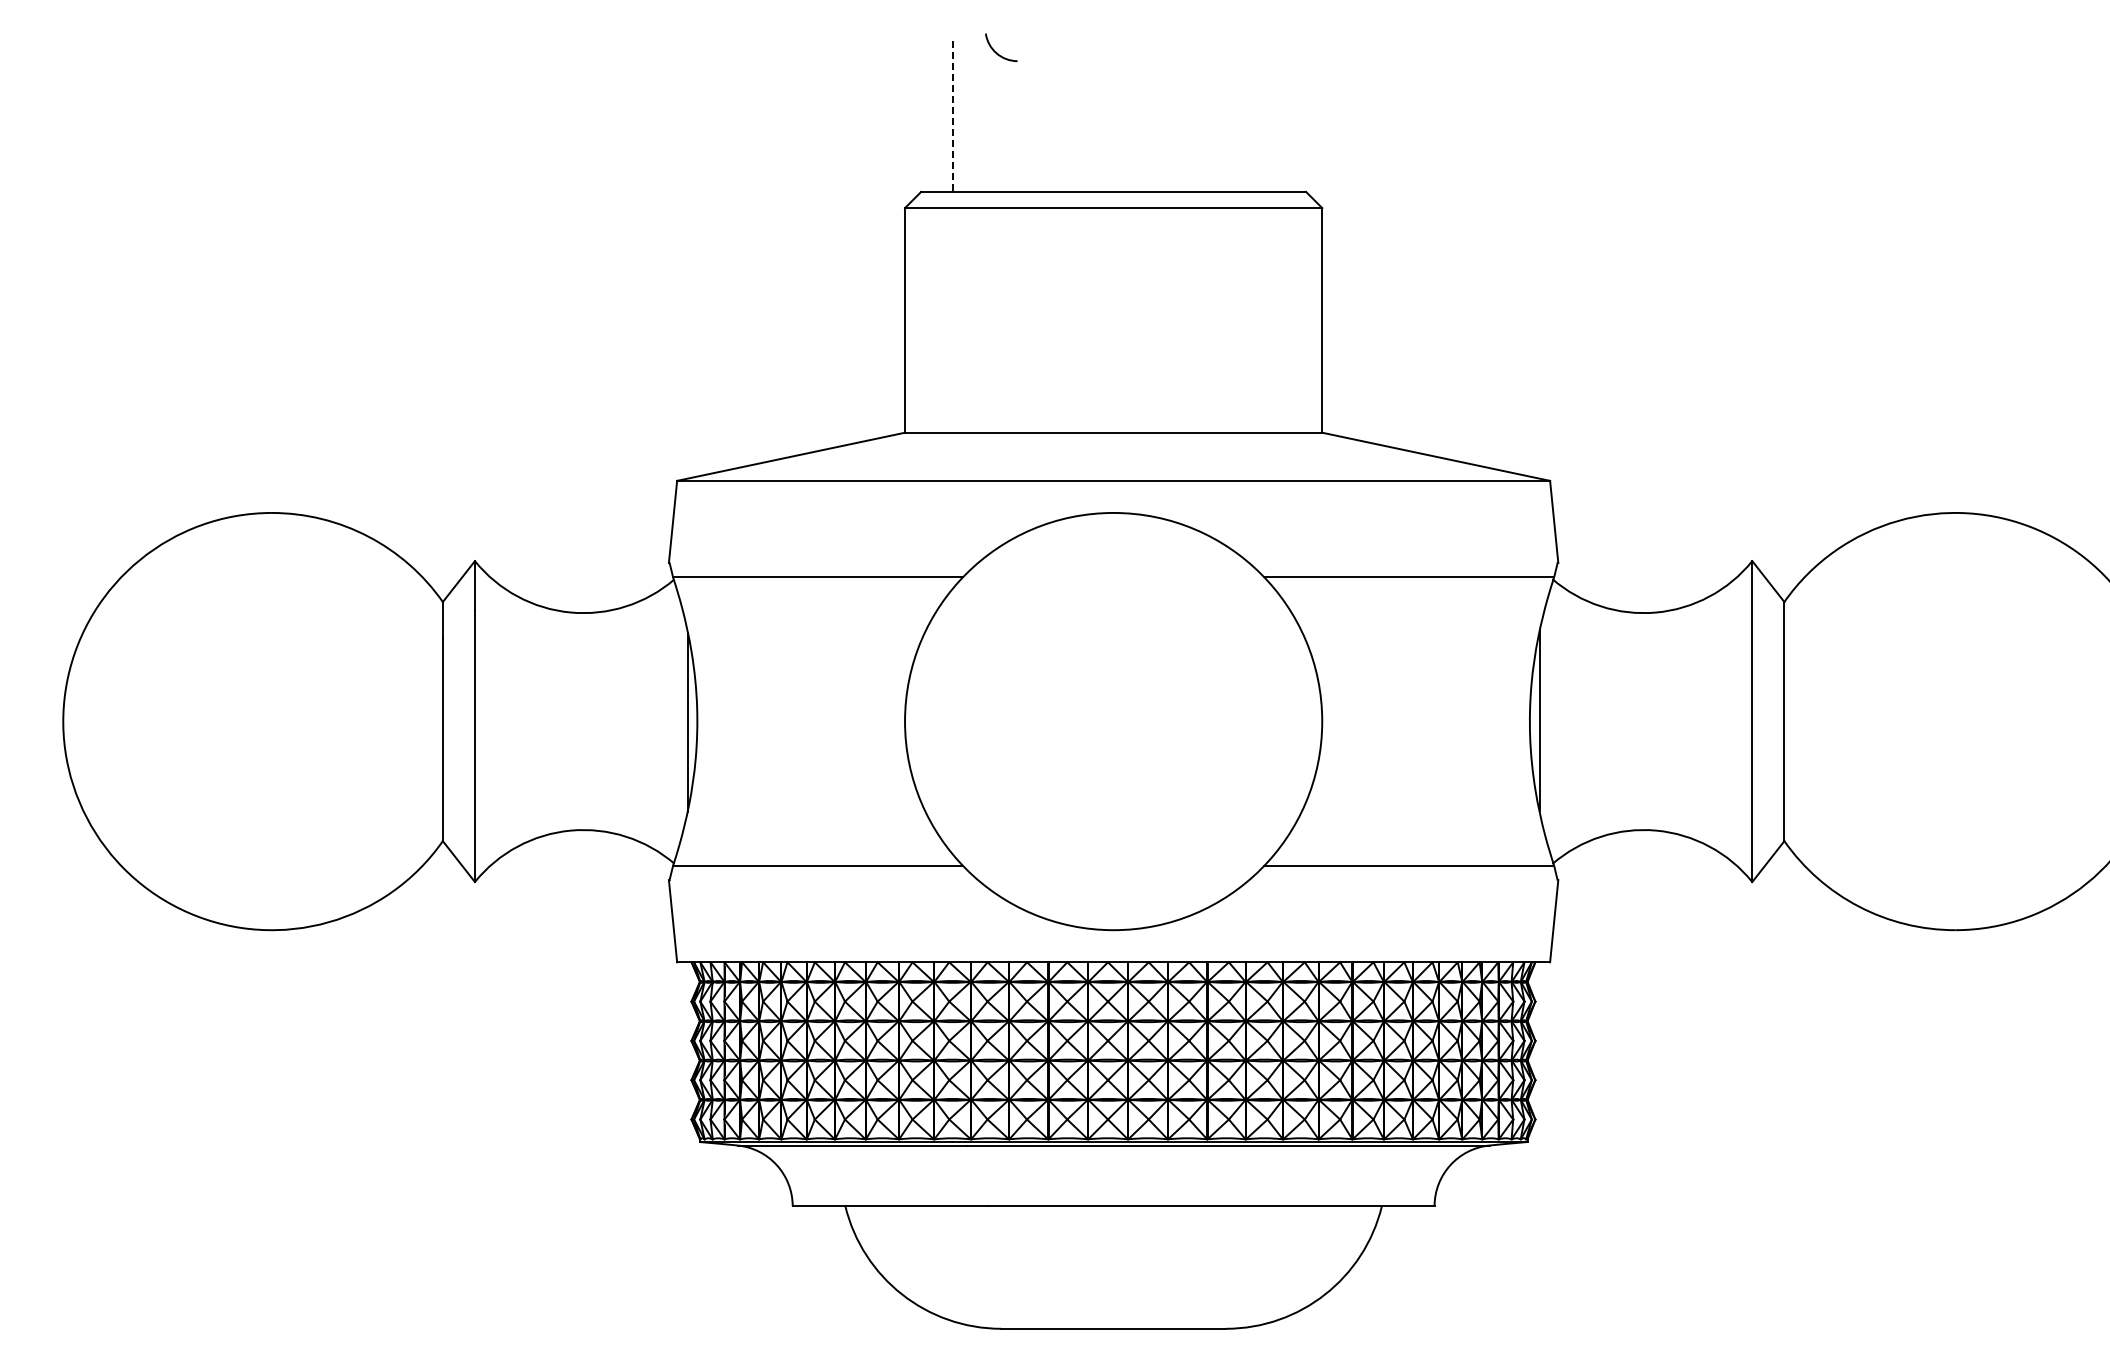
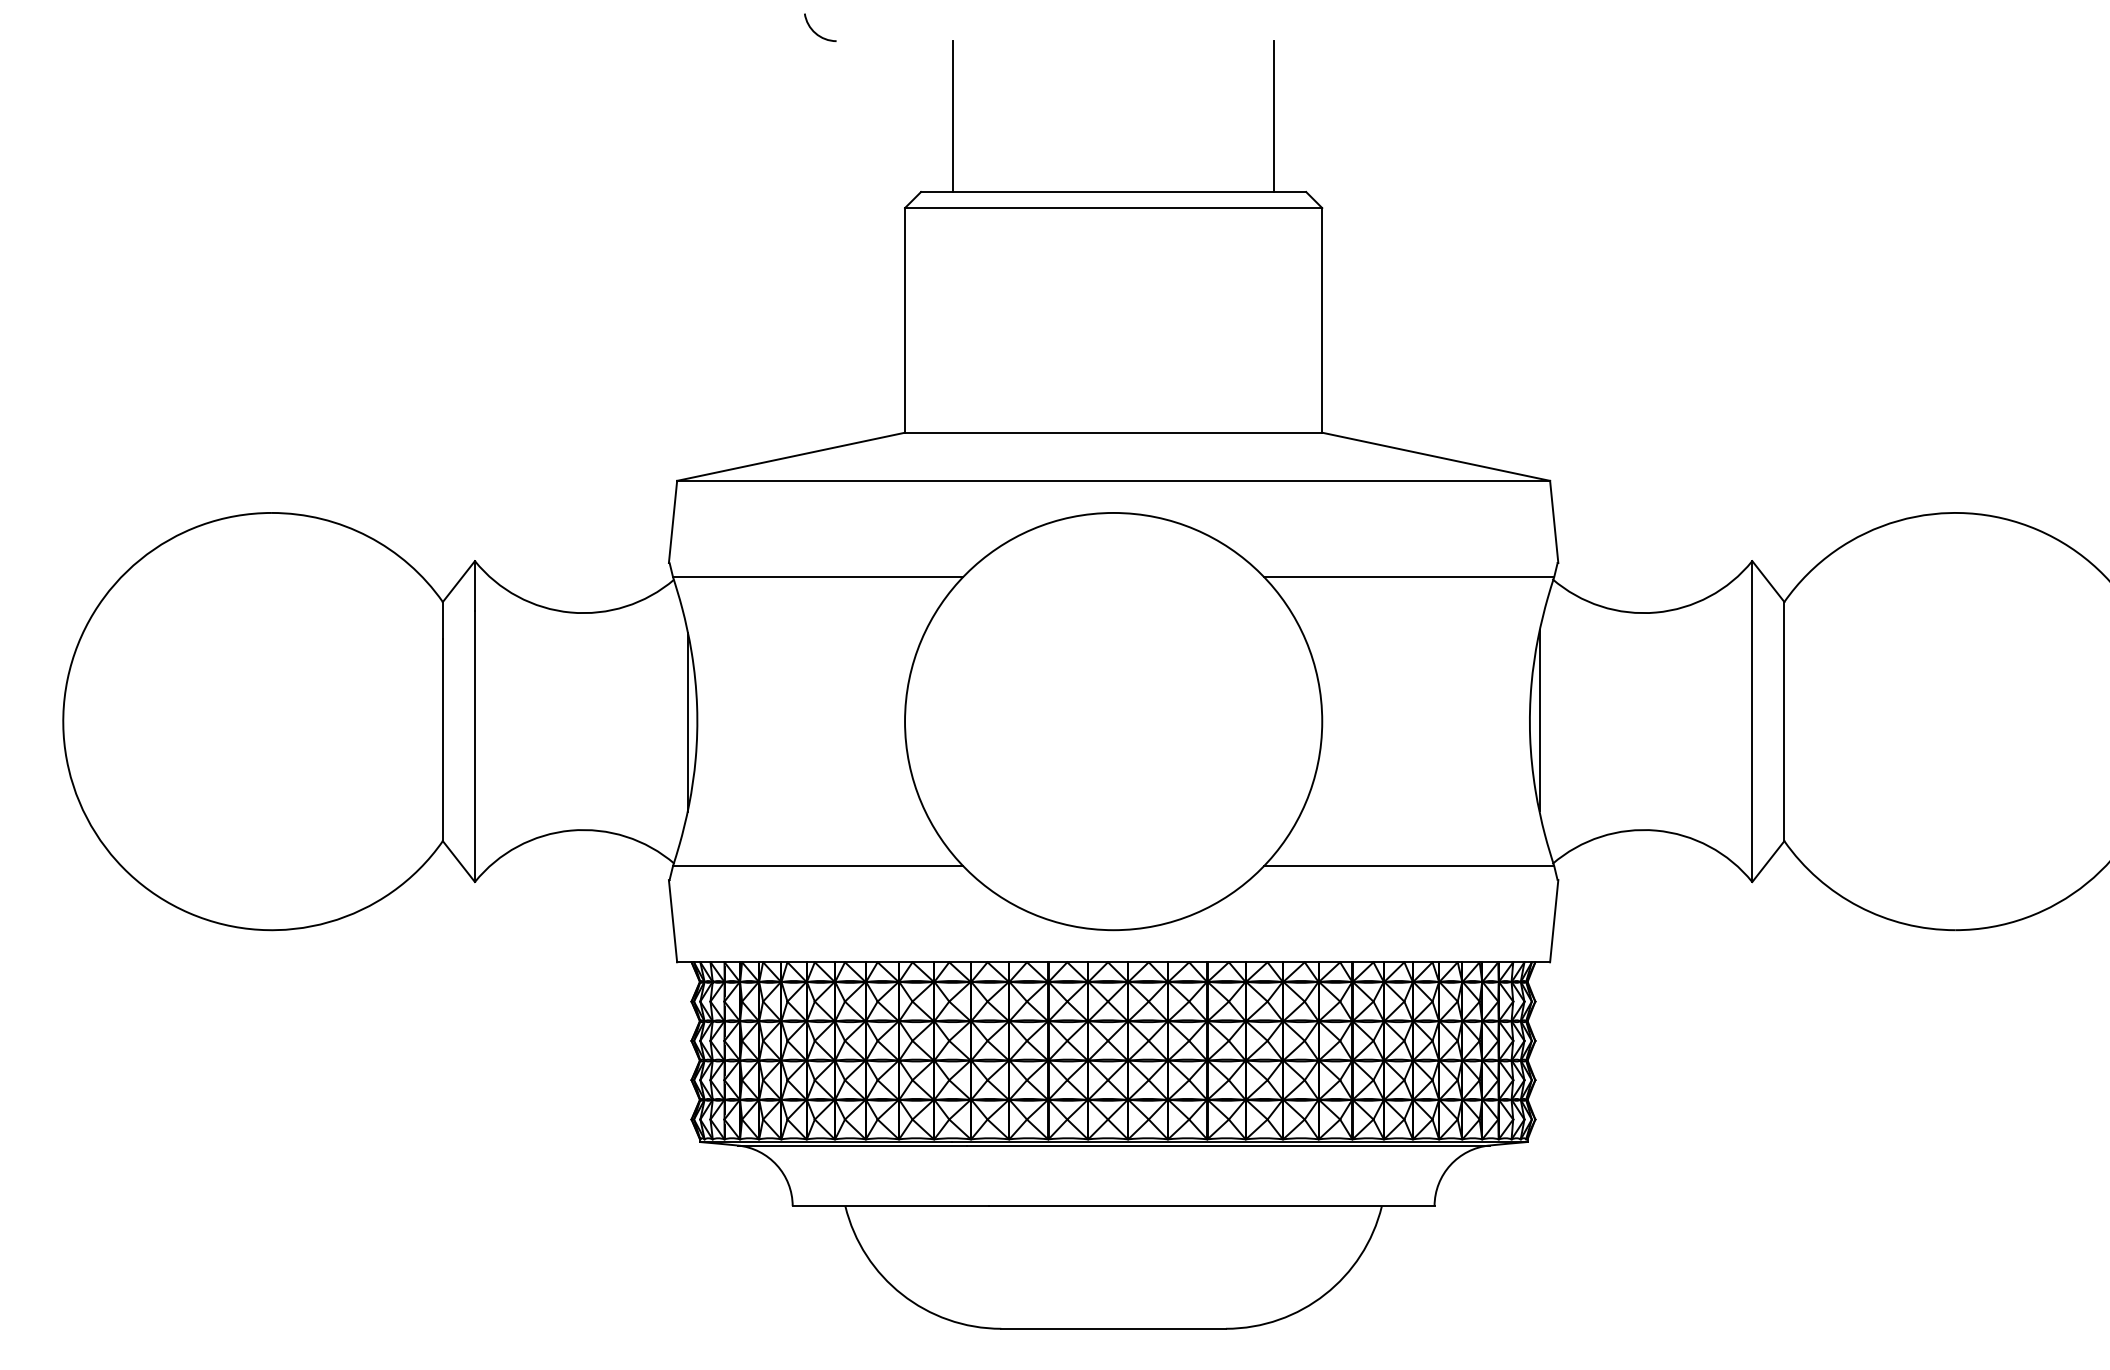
arc at (996, 51) position: (996, 51) -> (815, 31)
line at (1274, 116): none -> present
line at (953, 117): dashed -> solid
